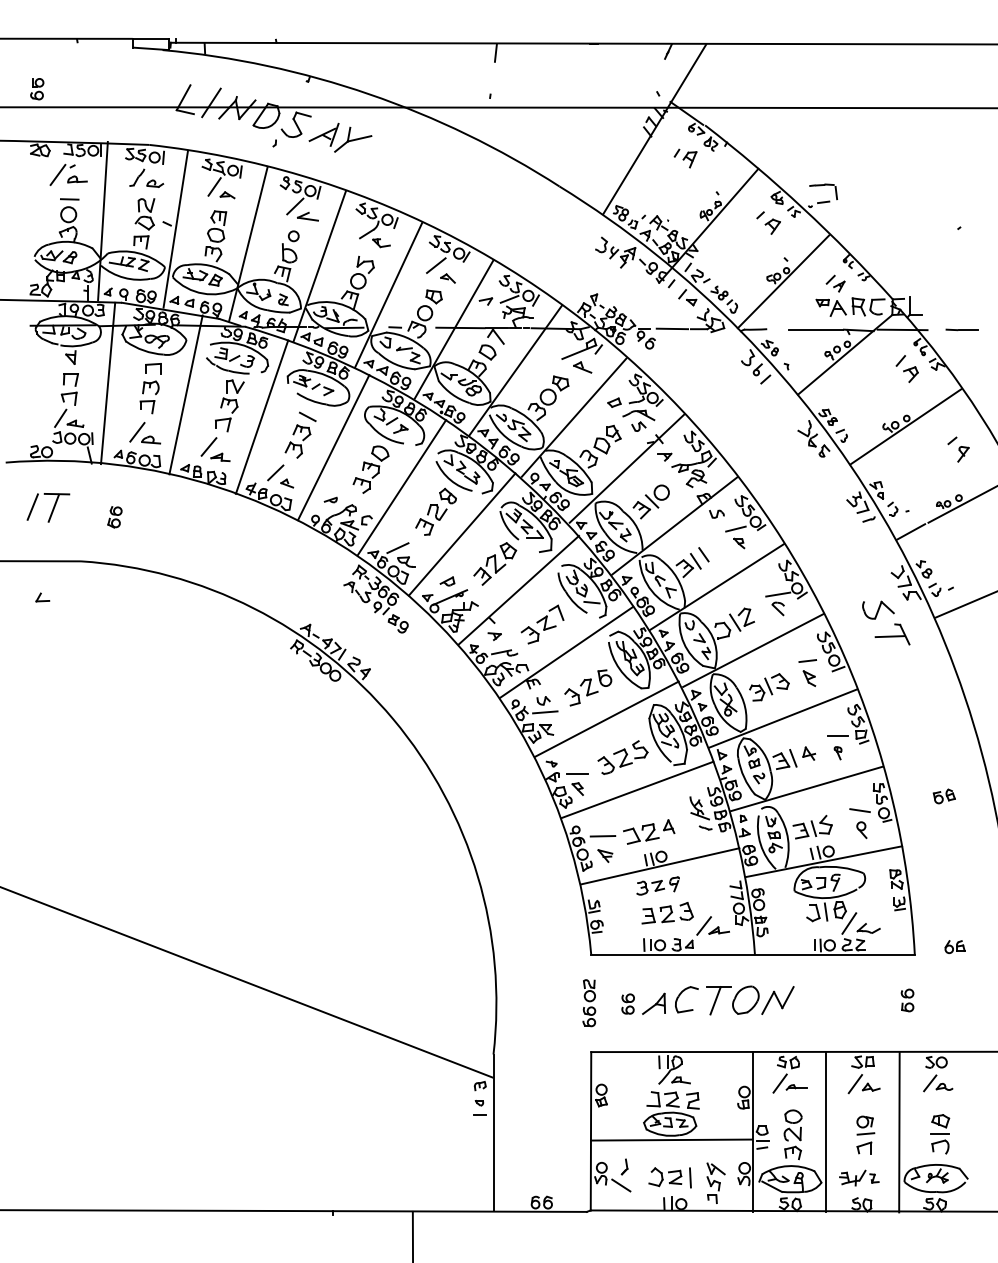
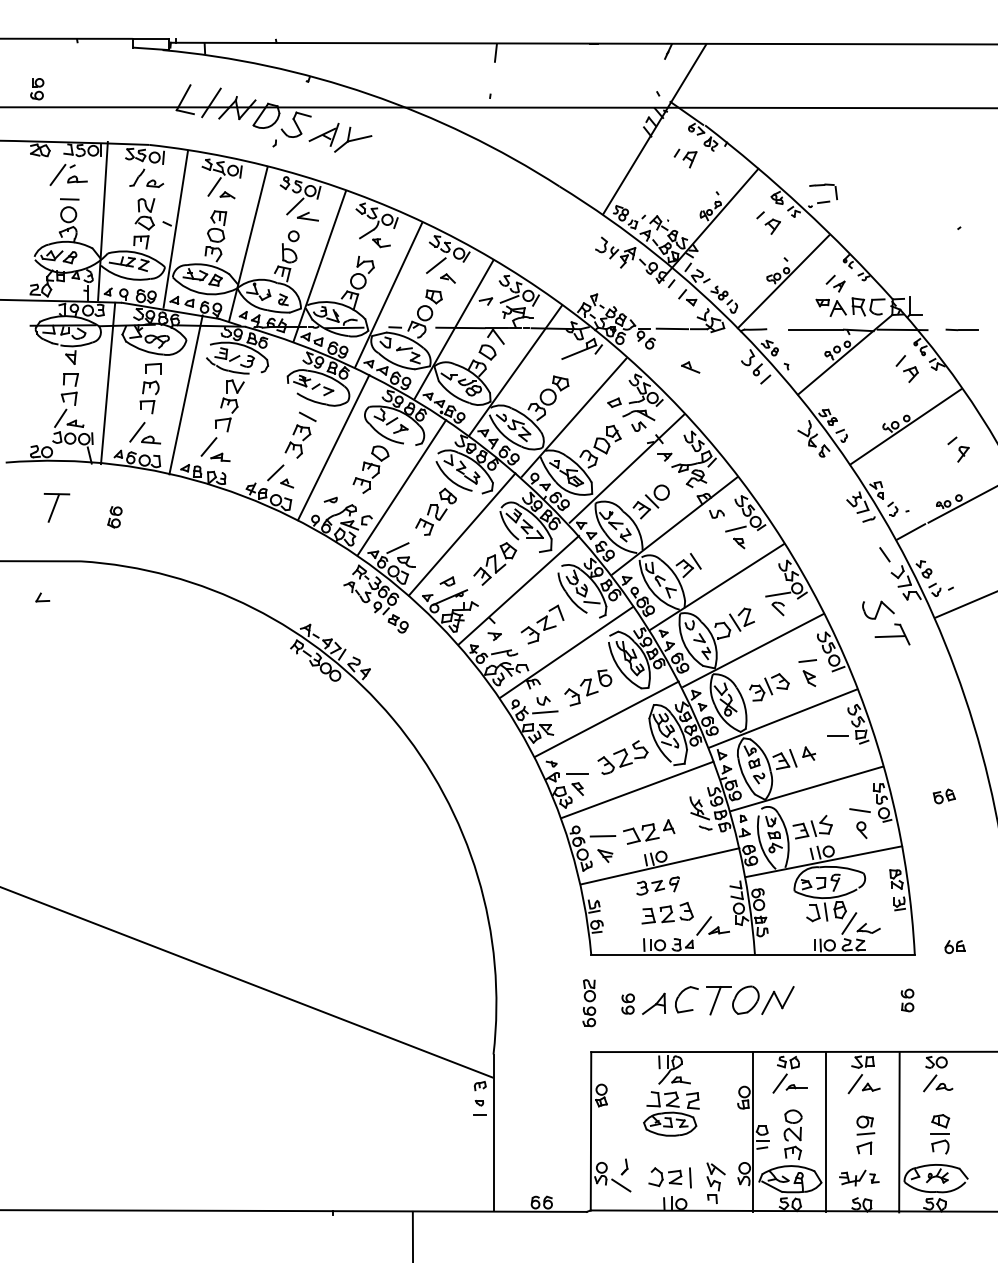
part at (582, 367) position: (582, 367) -> (690, 367)
line at (261, 416): present -> none
line at (32, 506): present -> none
line at (703, 554) position: (703, 554) -> (884, 554)
part at (837, 753): present -> none
line at (671, 1139): present -> none
